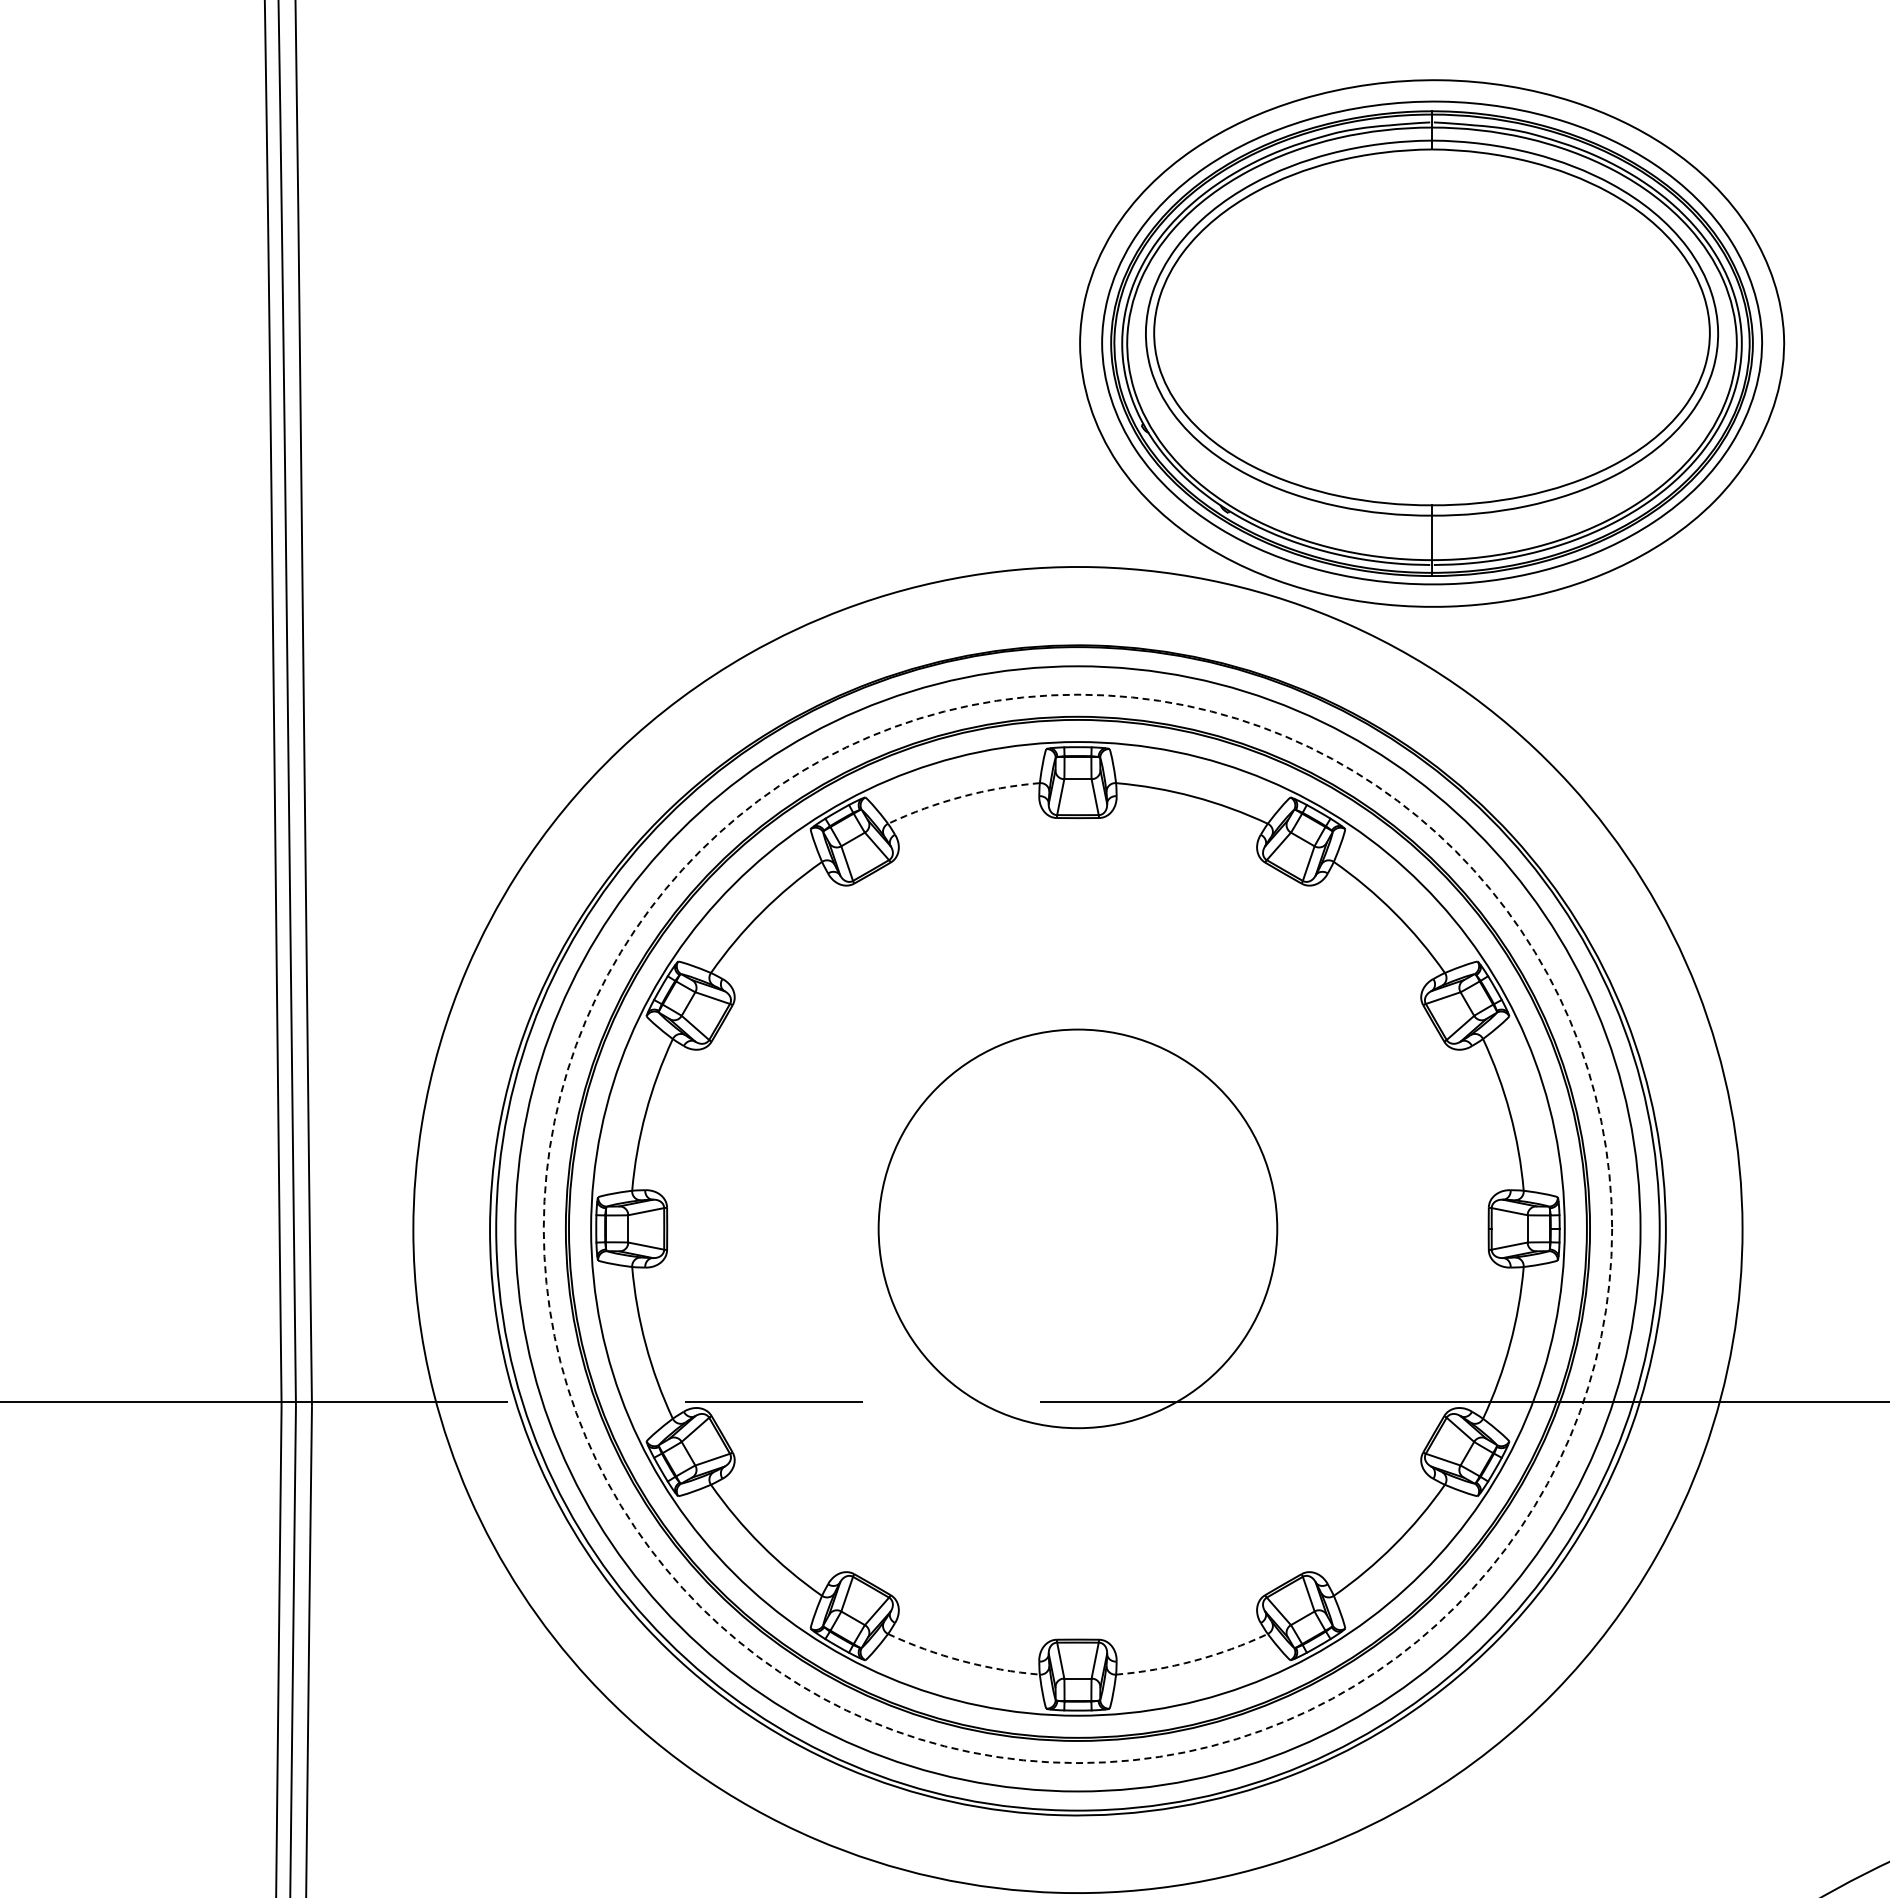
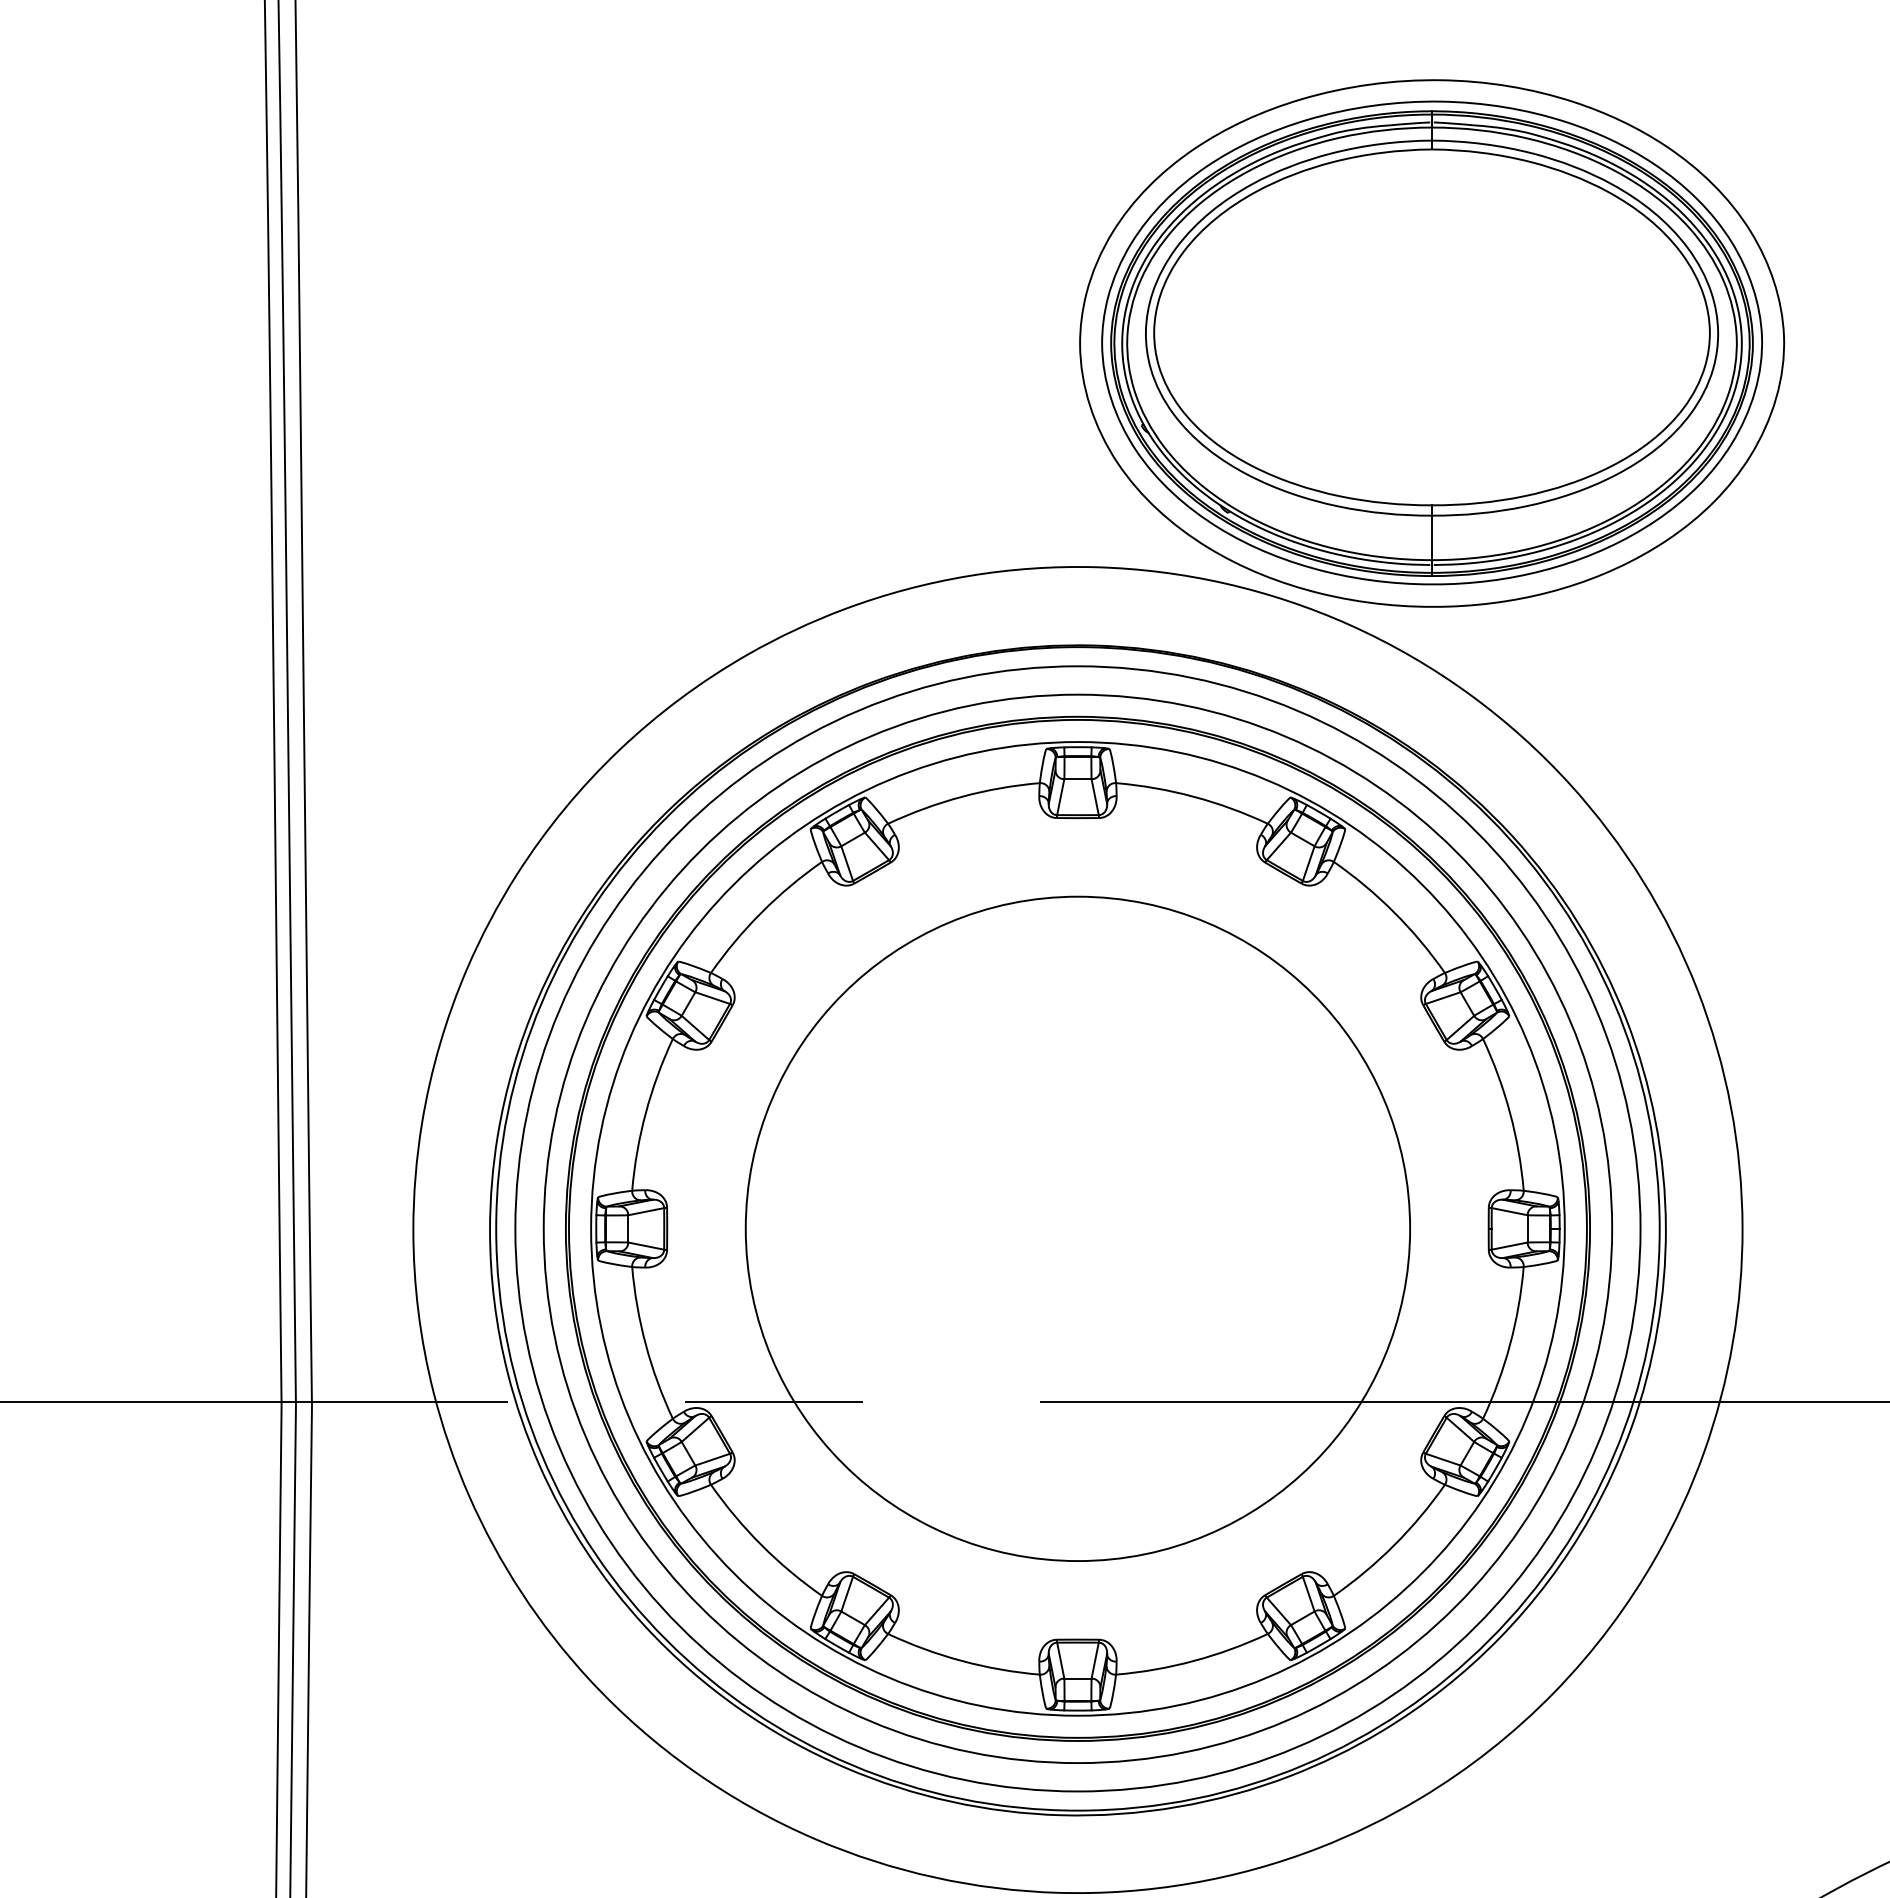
arc at (962, 796): dashed -> solid
circle at (1077, 1228) diameter: 399 px -> 664 px
circle at (1077, 1228): dashed -> solid
arc at (962, 1661): dashed -> solid
arc at (1193, 1661): dashed -> solid
